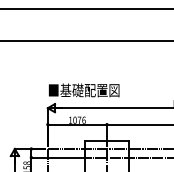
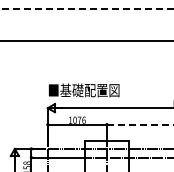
line at (86, 8): solid -> dashed
line at (140, 124): solid -> dashed
